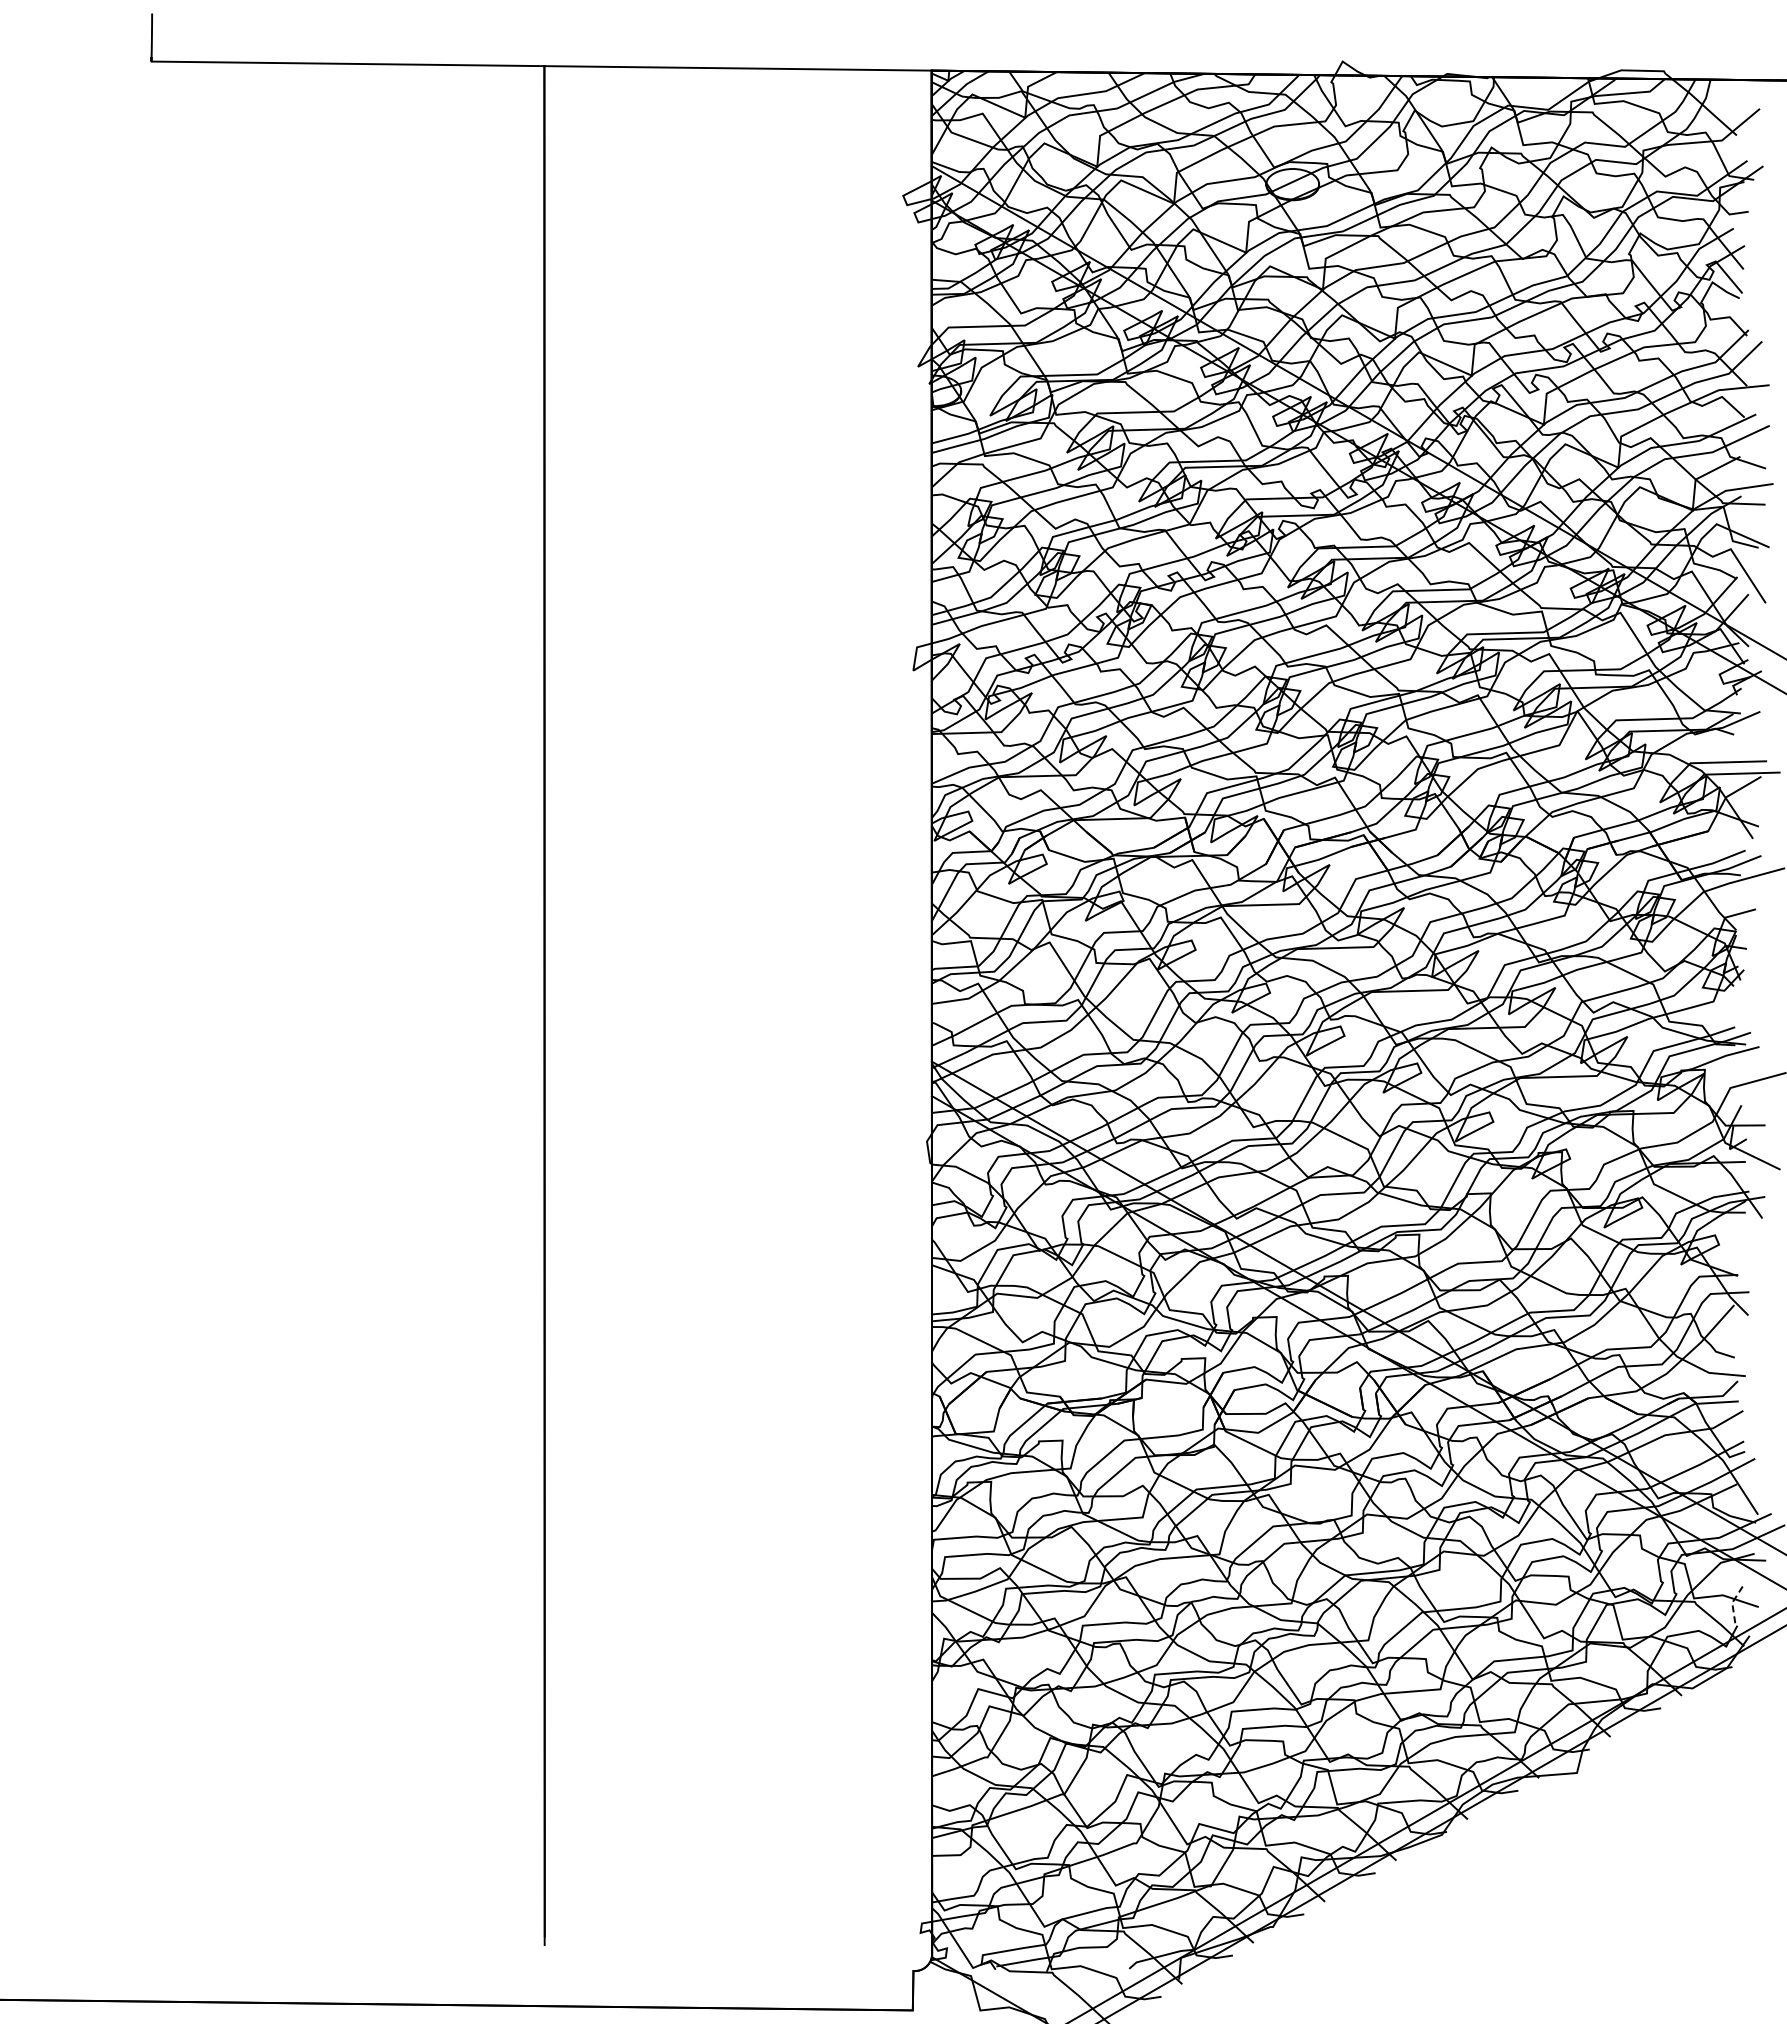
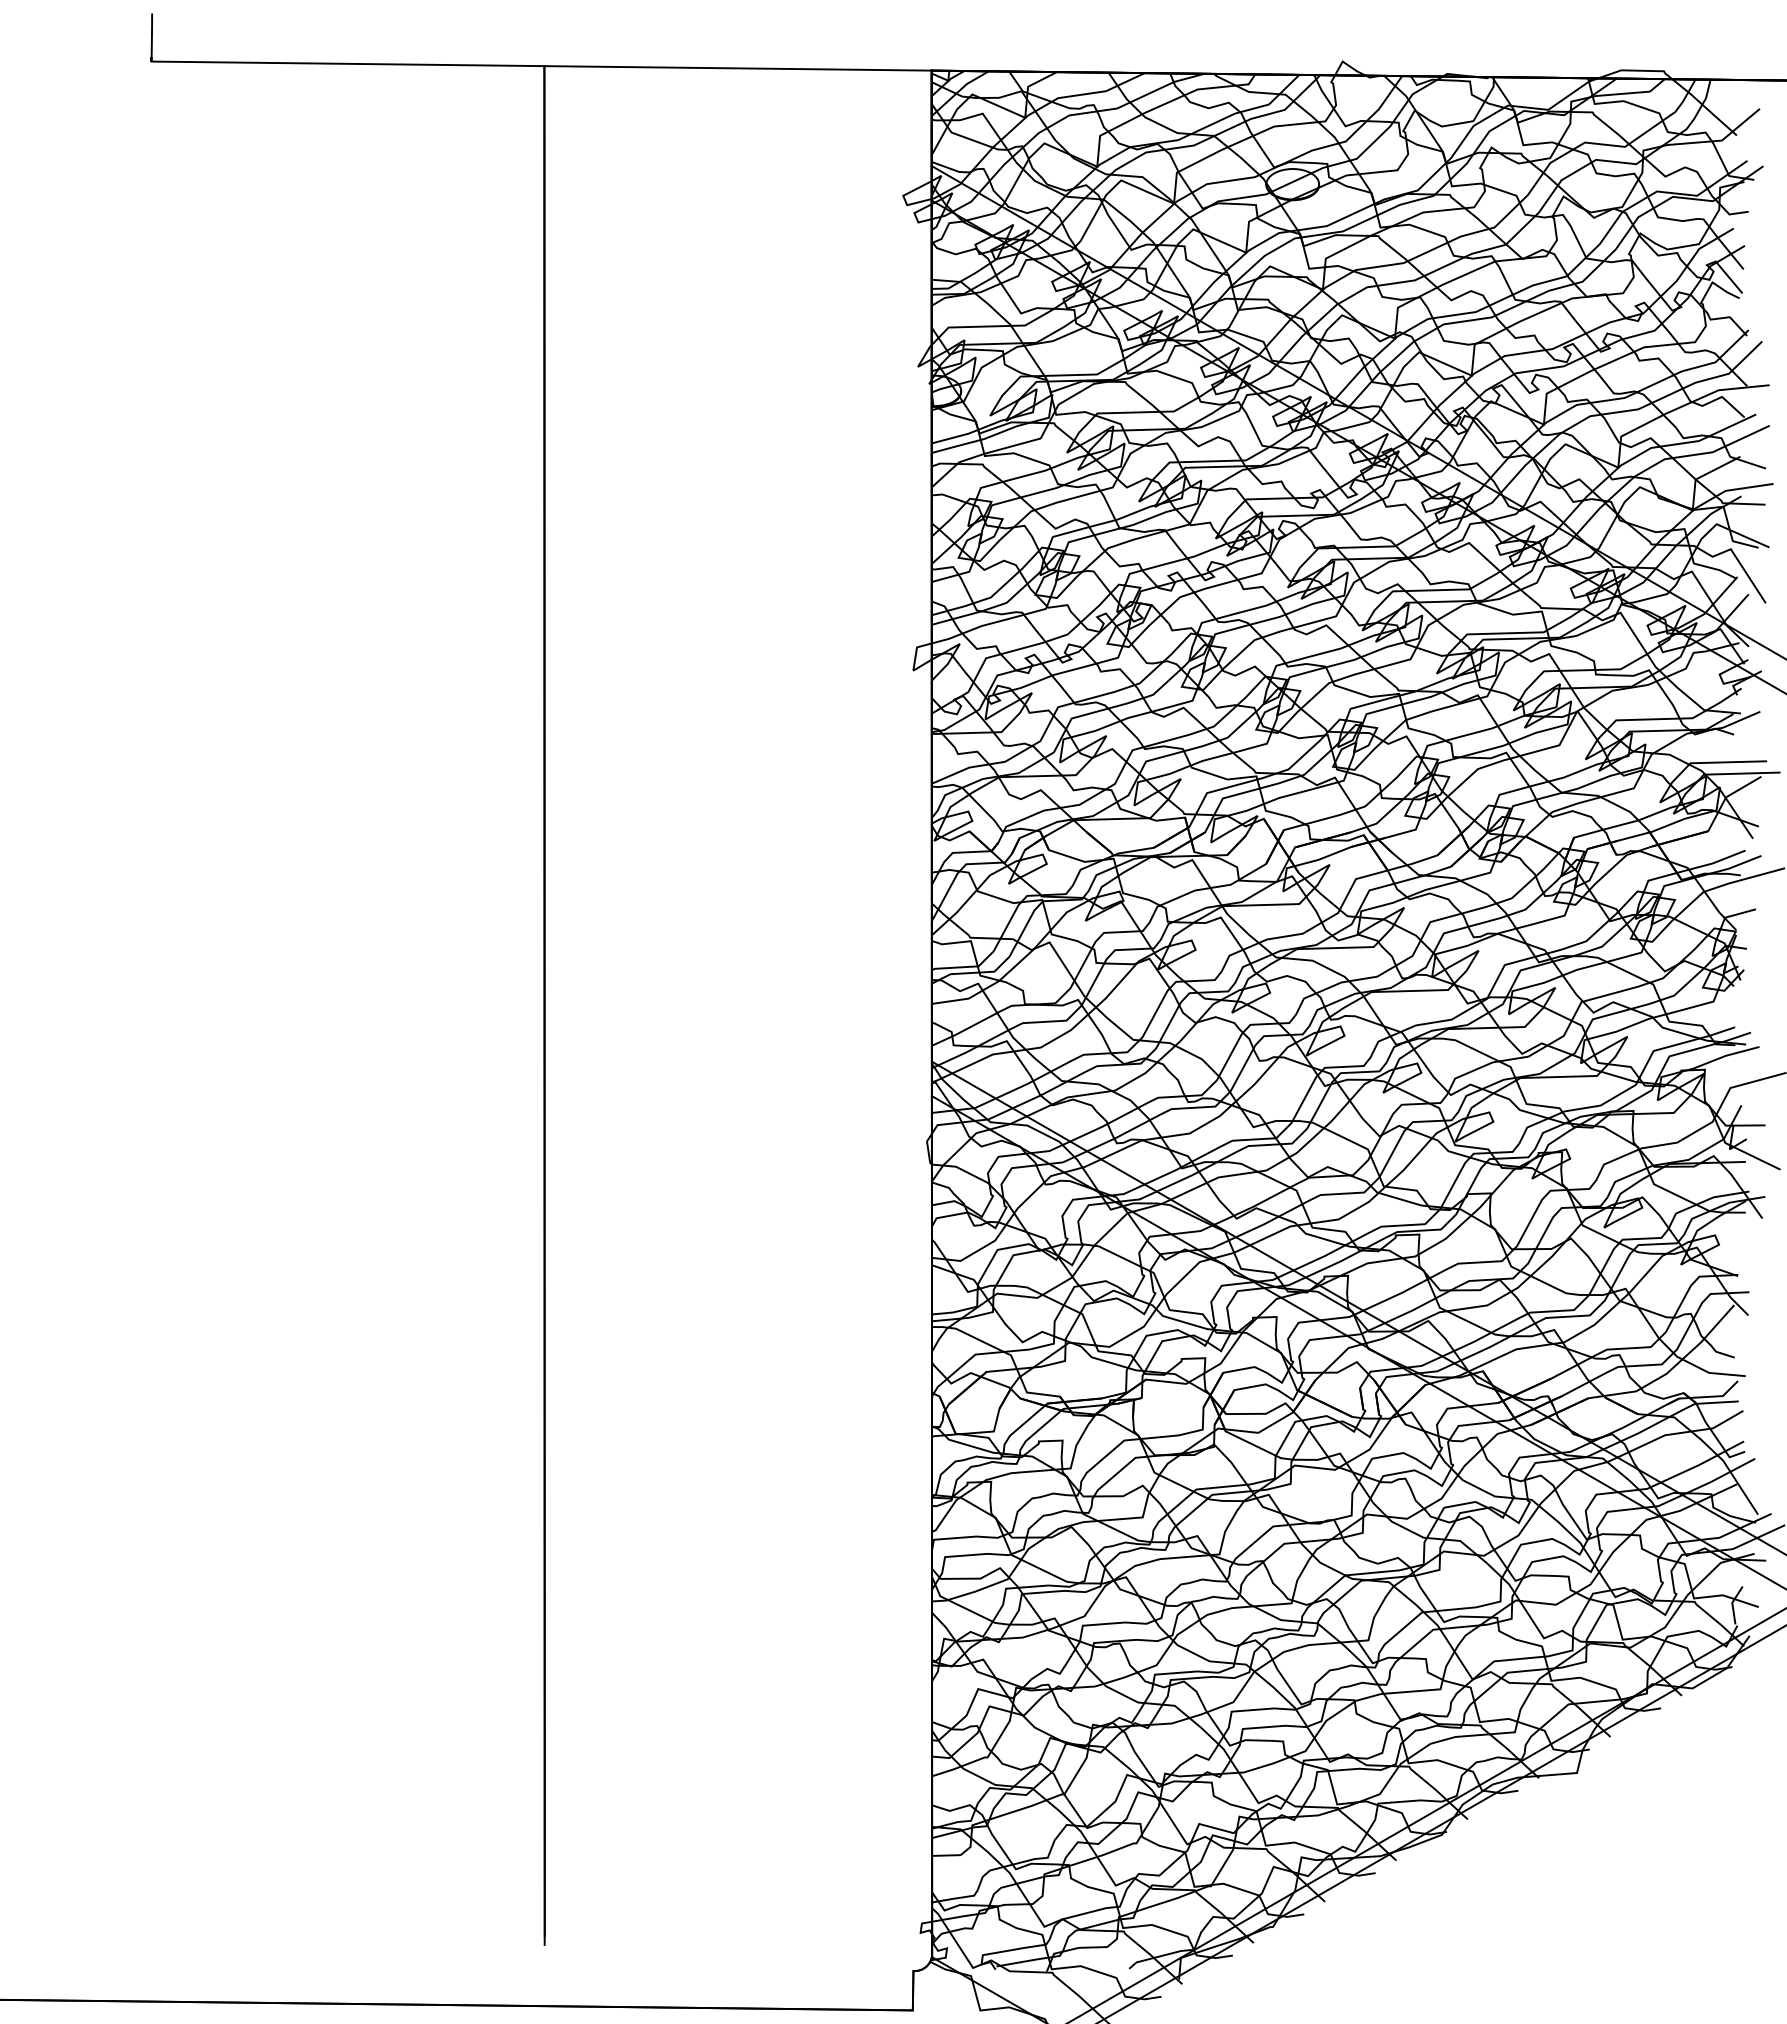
line at (1732, 1603): dashed -> solid
